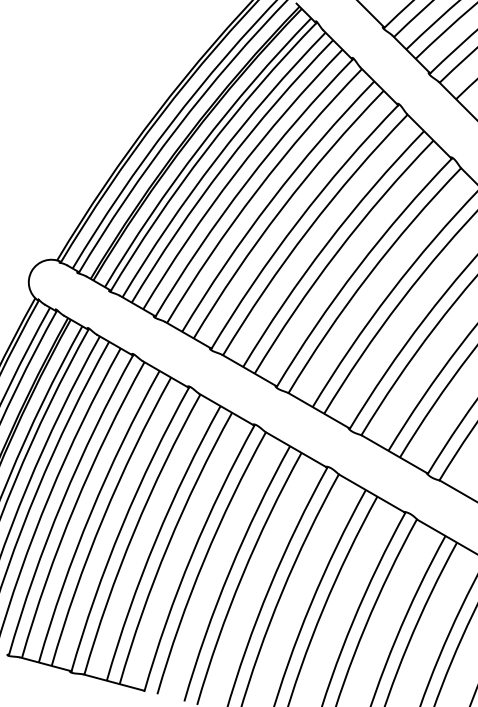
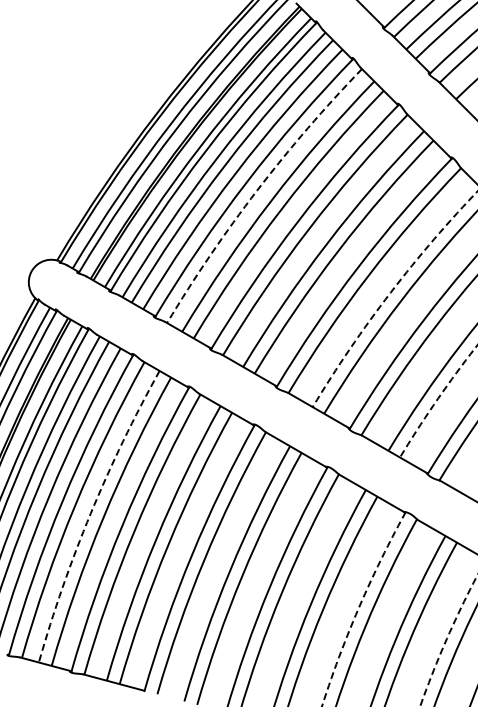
arc at (257, 190): solid -> dashed
arc at (389, 294): solid -> dashed
arc at (437, 400): solid -> dashed
arc at (90, 513): solid -> dashed
arc at (359, 607): solid -> dashed
arc at (446, 639): solid -> dashed
